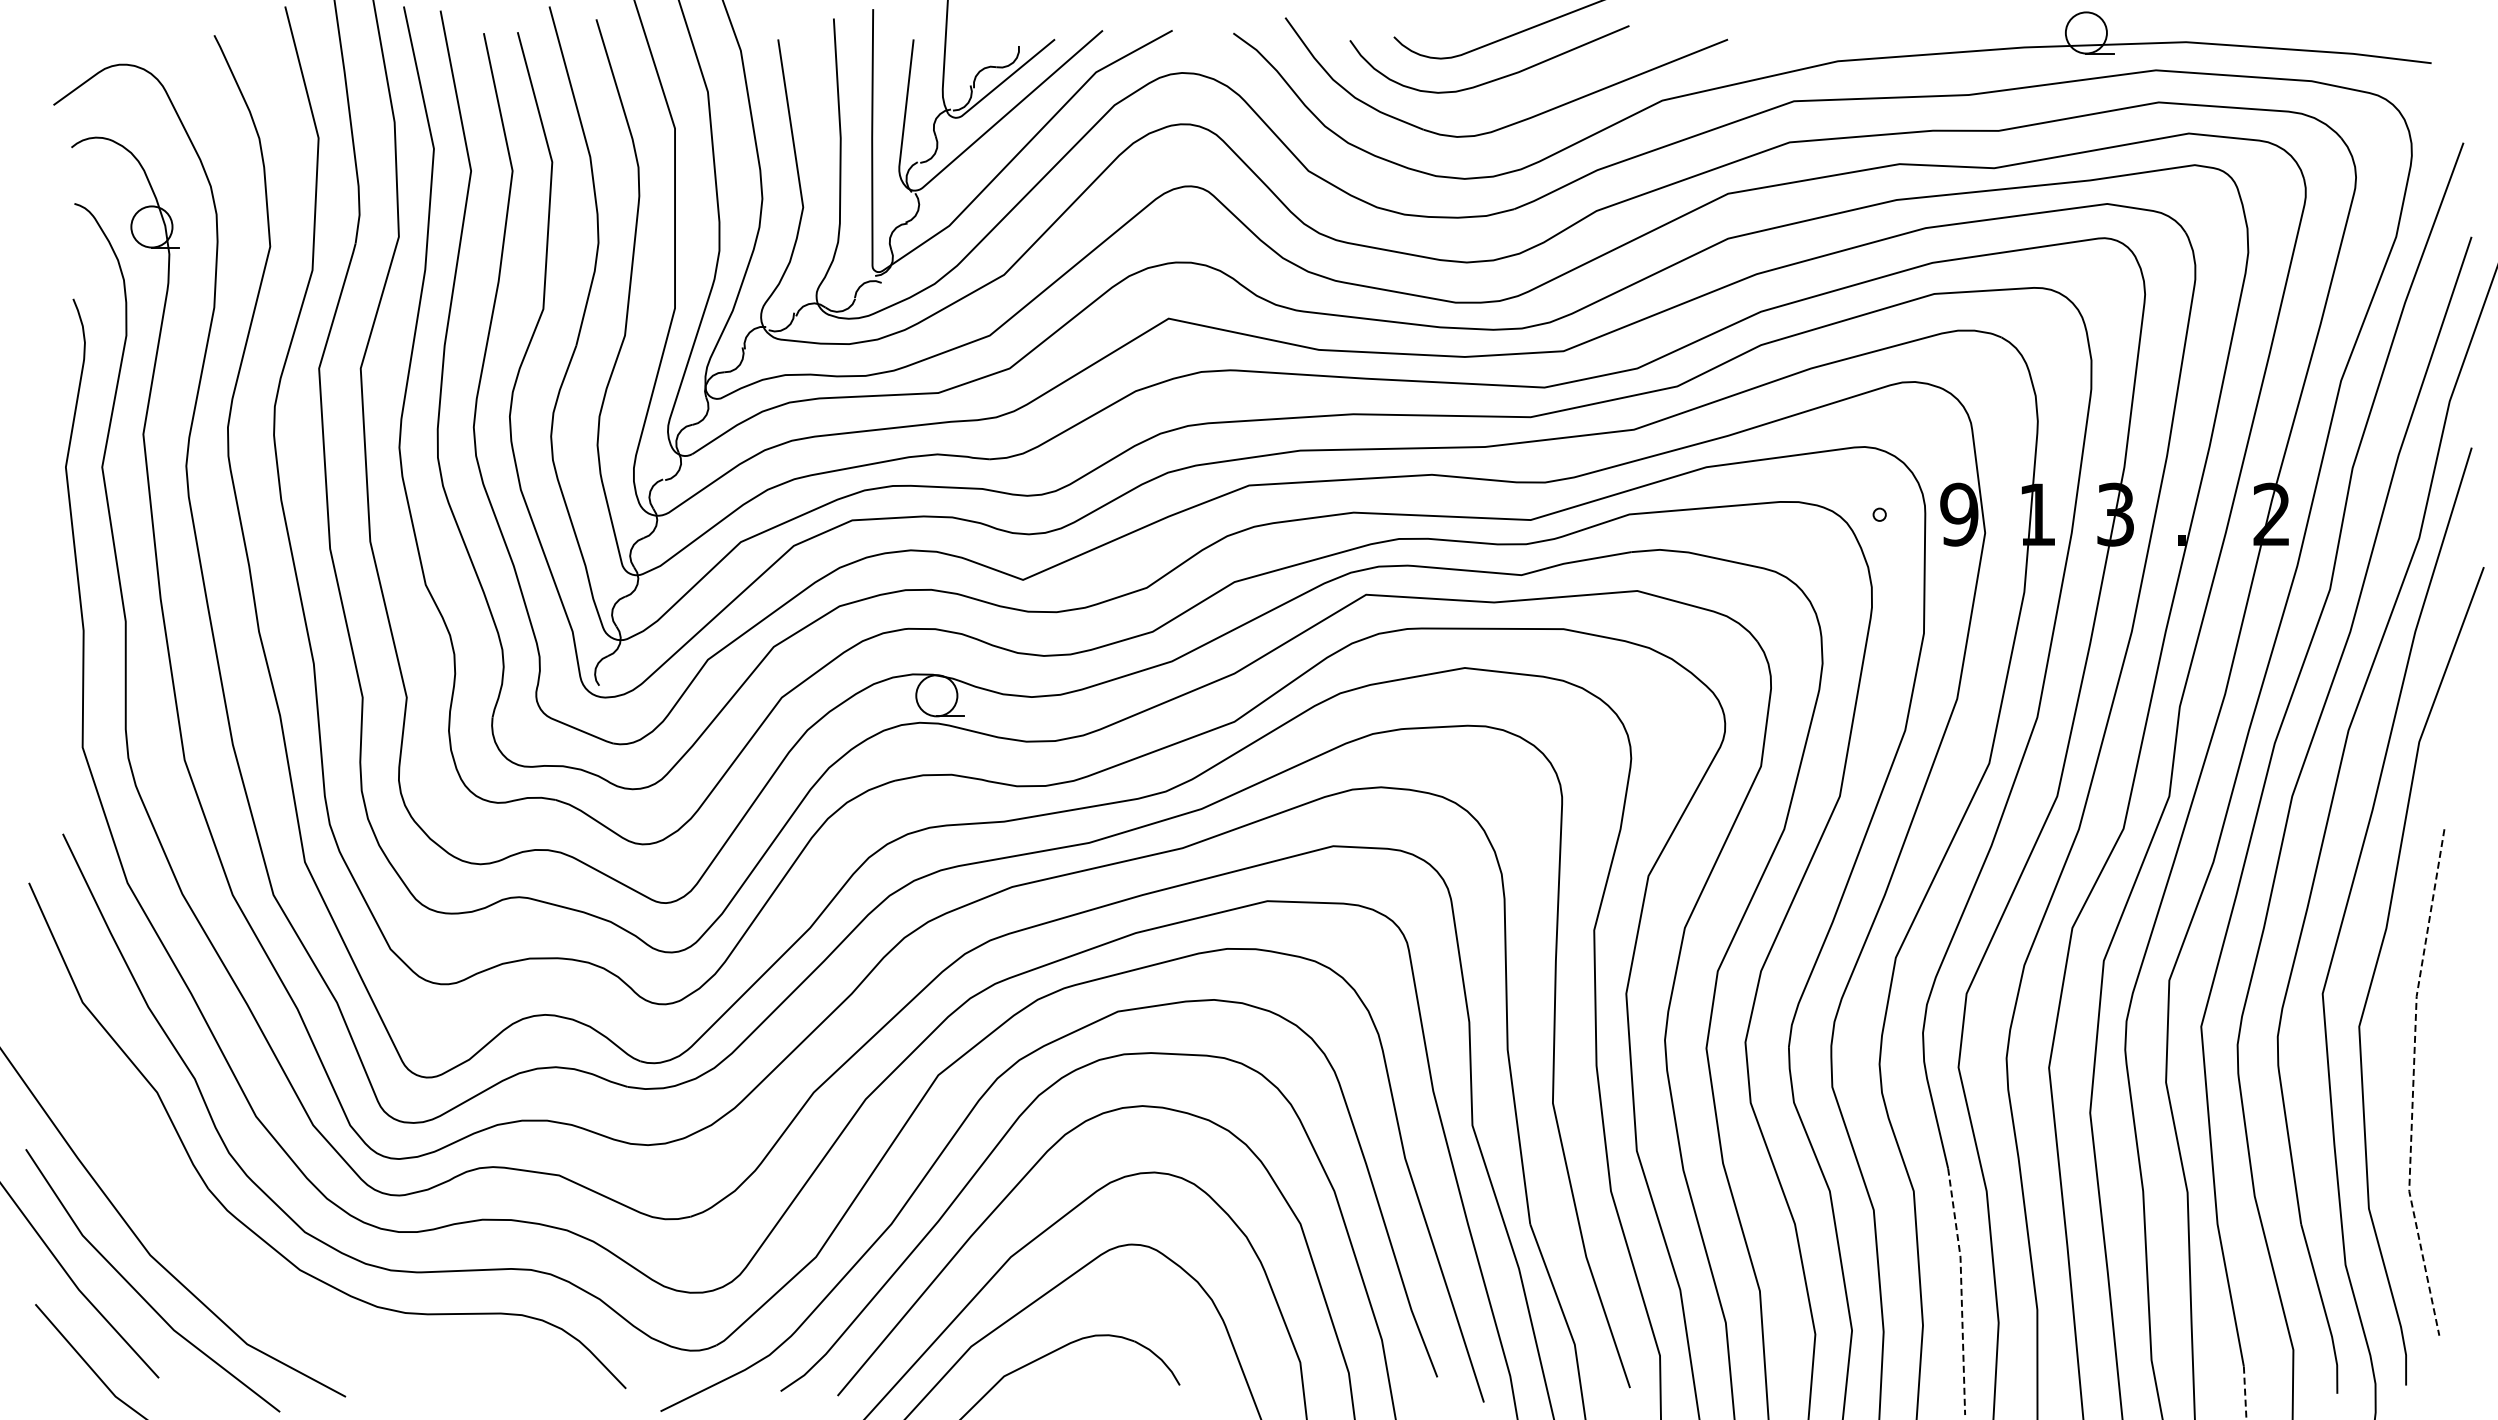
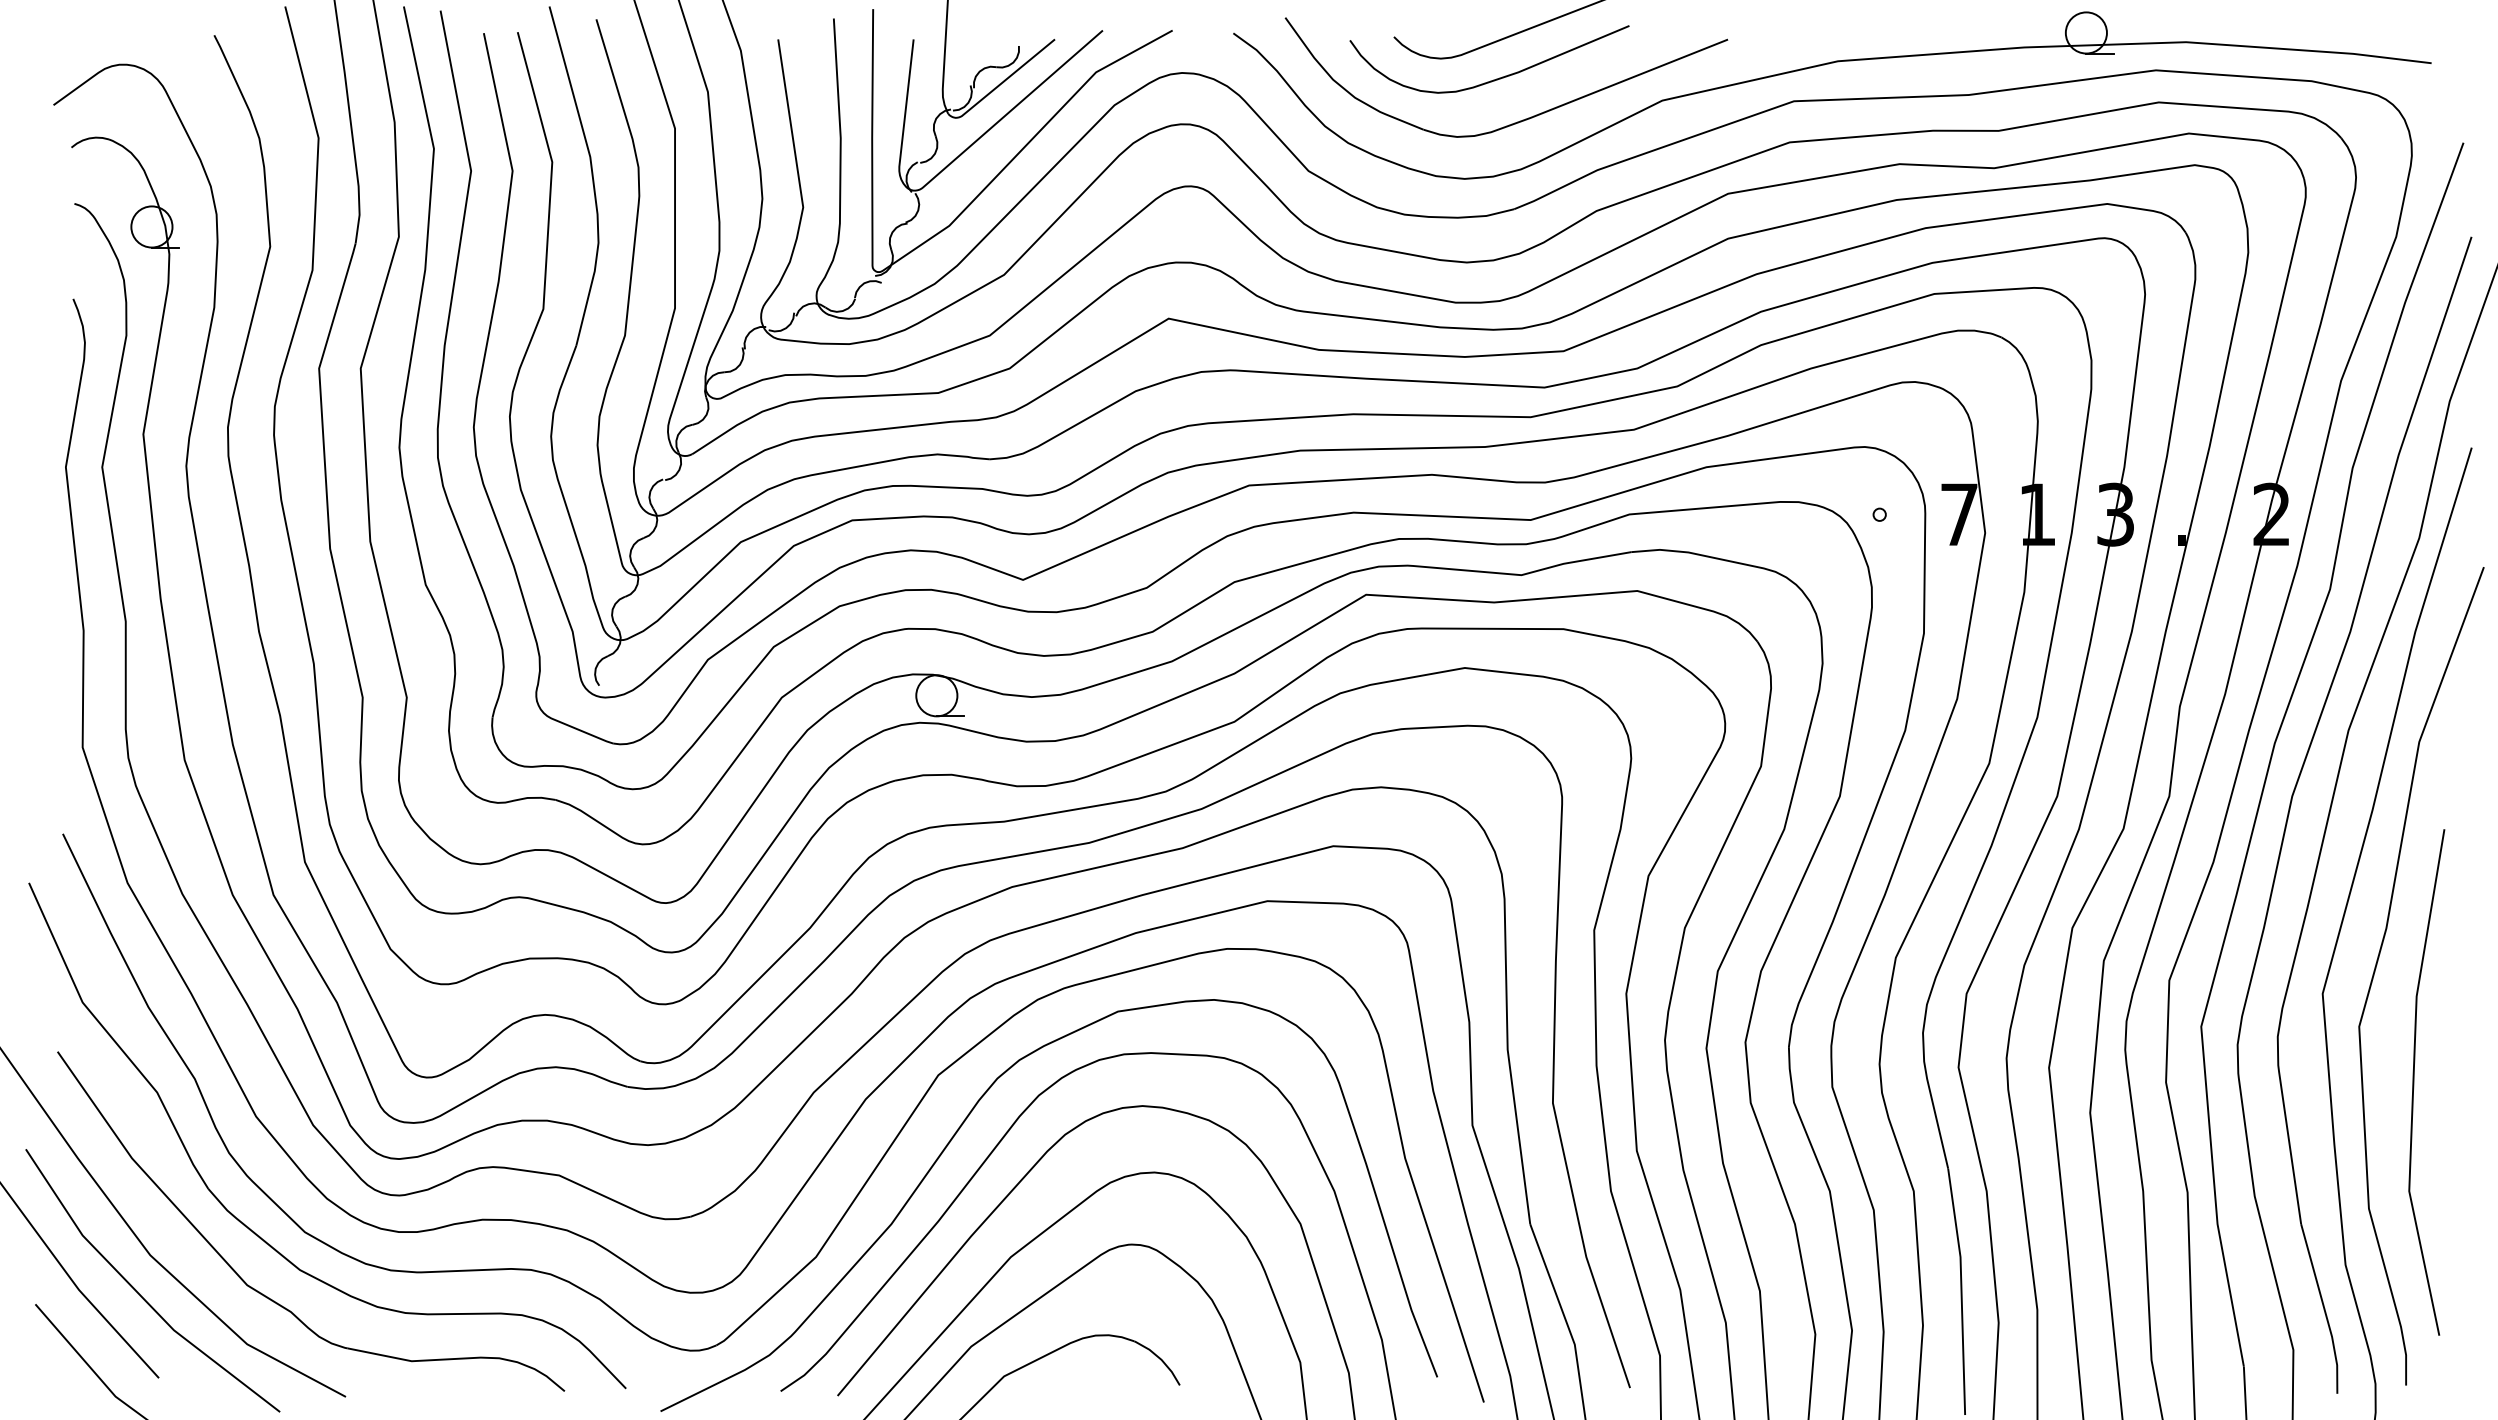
text at (1959, 514): 9 -> 7
line at (2413, 1083): dashed -> solid
line at (1961, 1290): dashed -> solid
part at (266, 1295): none -> present
line at (2245, 1393): dashed -> solid
